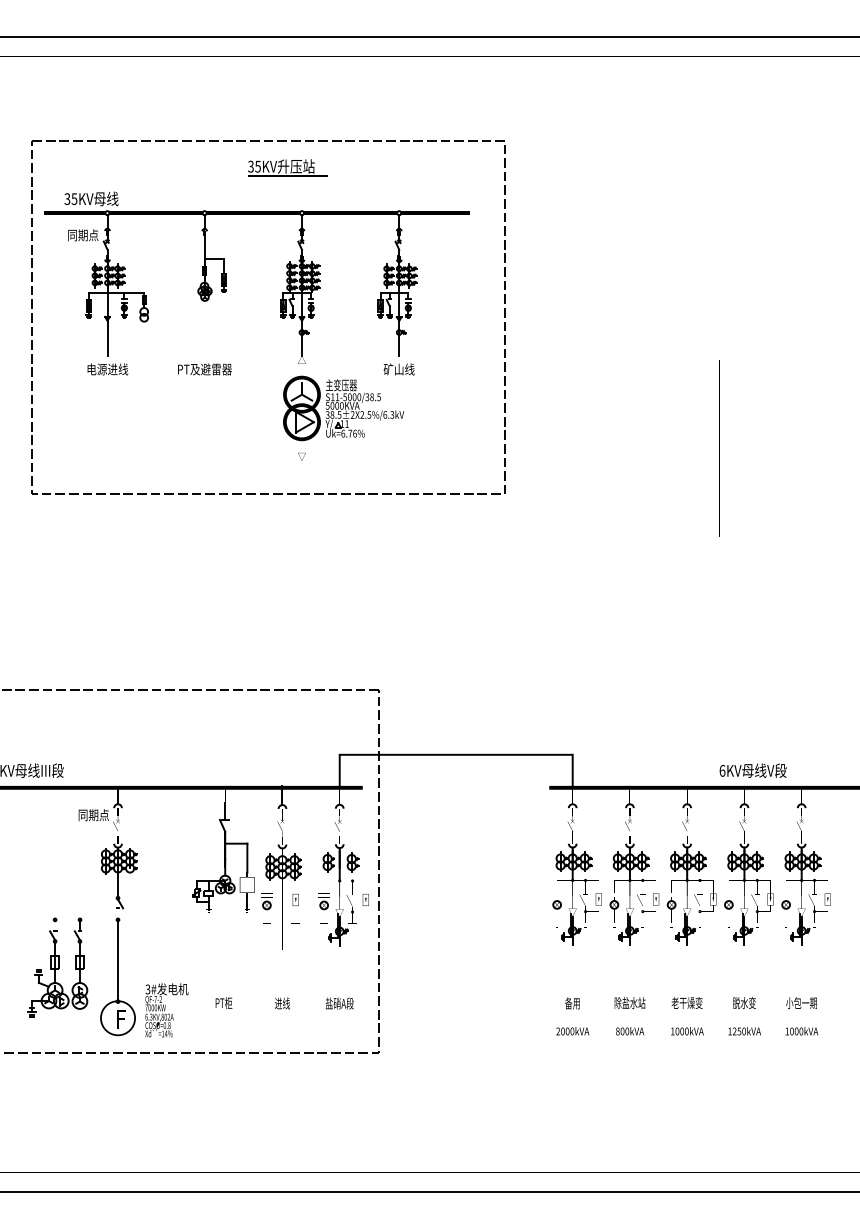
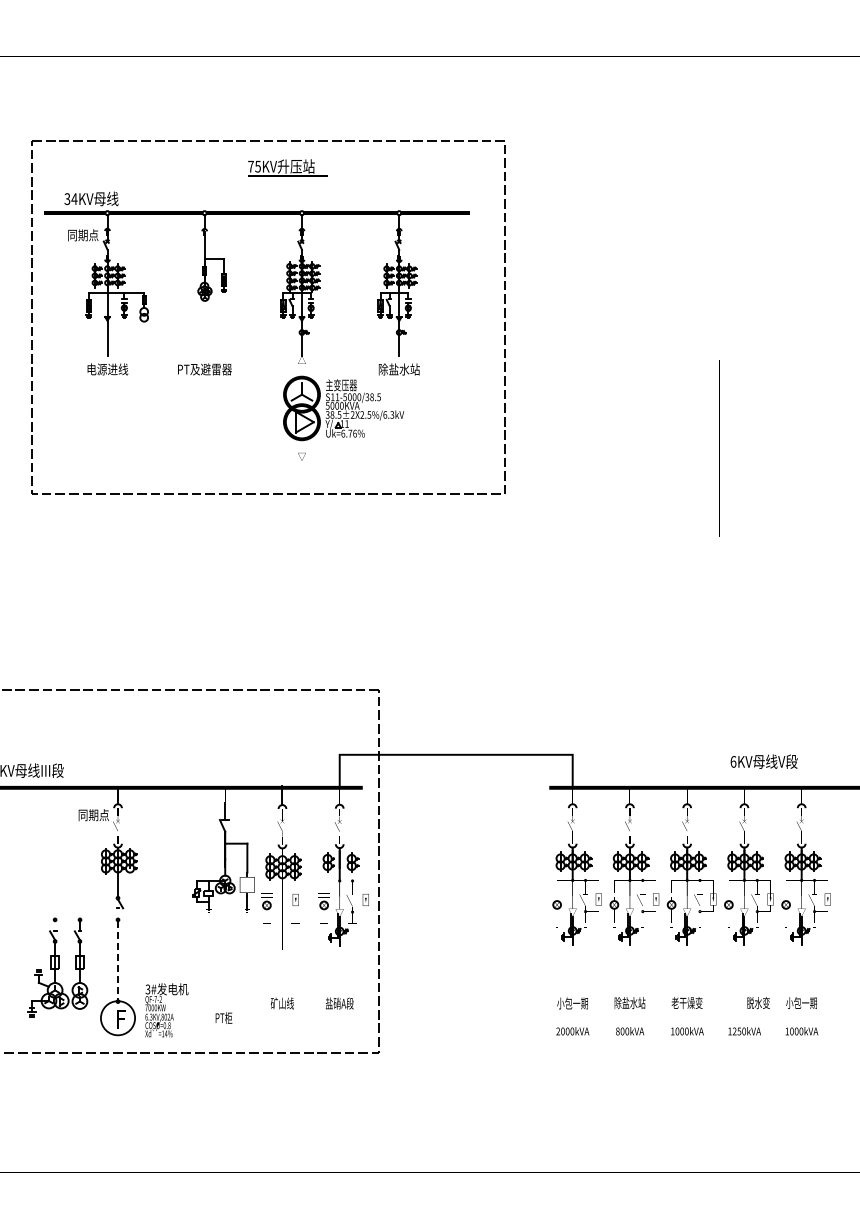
line at (429, 36): present -> none
text at (250, 166): 35KV -> 75KV
text at (74, 199): 35KV -> 34KV
text at (398, 369): 矿山线 -> 除盐水站
text at (752, 770) position: (752, 770) -> (763, 761)
line at (118, 961): solid -> dashed
text at (223, 1002) position: (223, 1002) -> (223, 1017)
text at (281, 1003): 进线 -> 矿山线
text at (572, 1003): 备用 -> 小包一期
text at (743, 1003) position: (743, 1003) -> (757, 1003)
line at (429, 1192): present -> none
